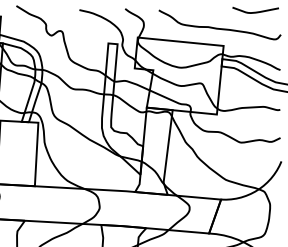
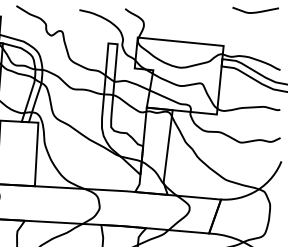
curve at (217, 27): present -> none
